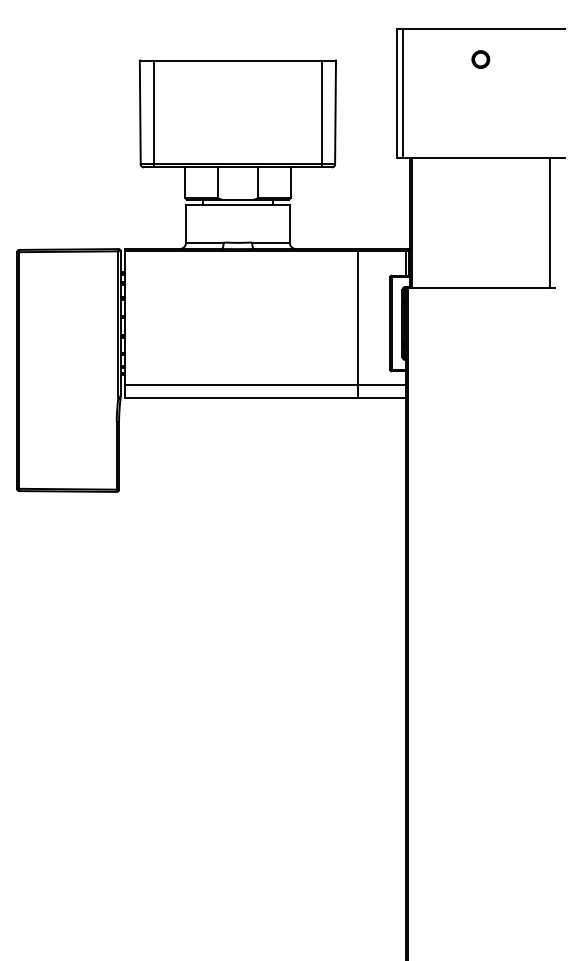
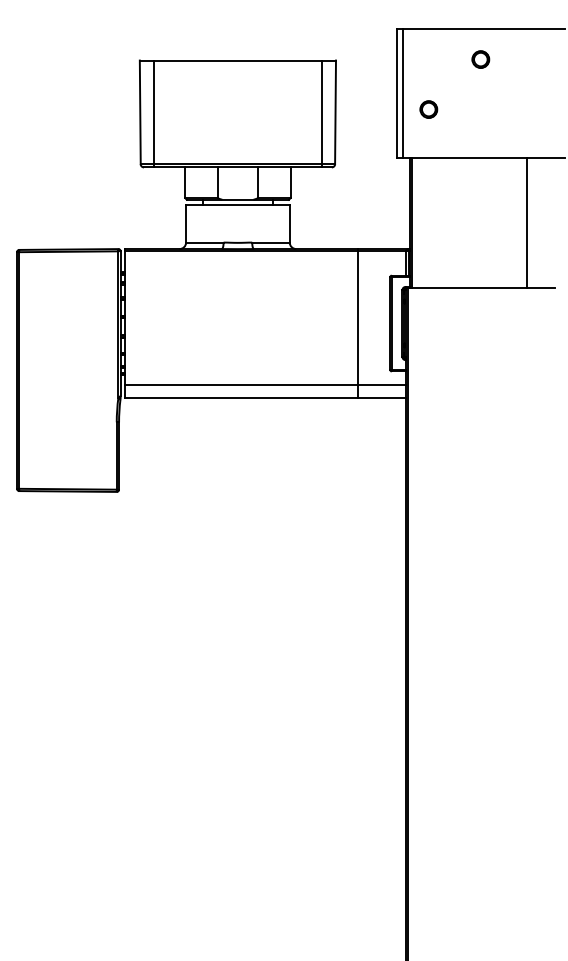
part at (428, 109): none -> present
line at (549, 222) position: (549, 222) -> (526, 222)
